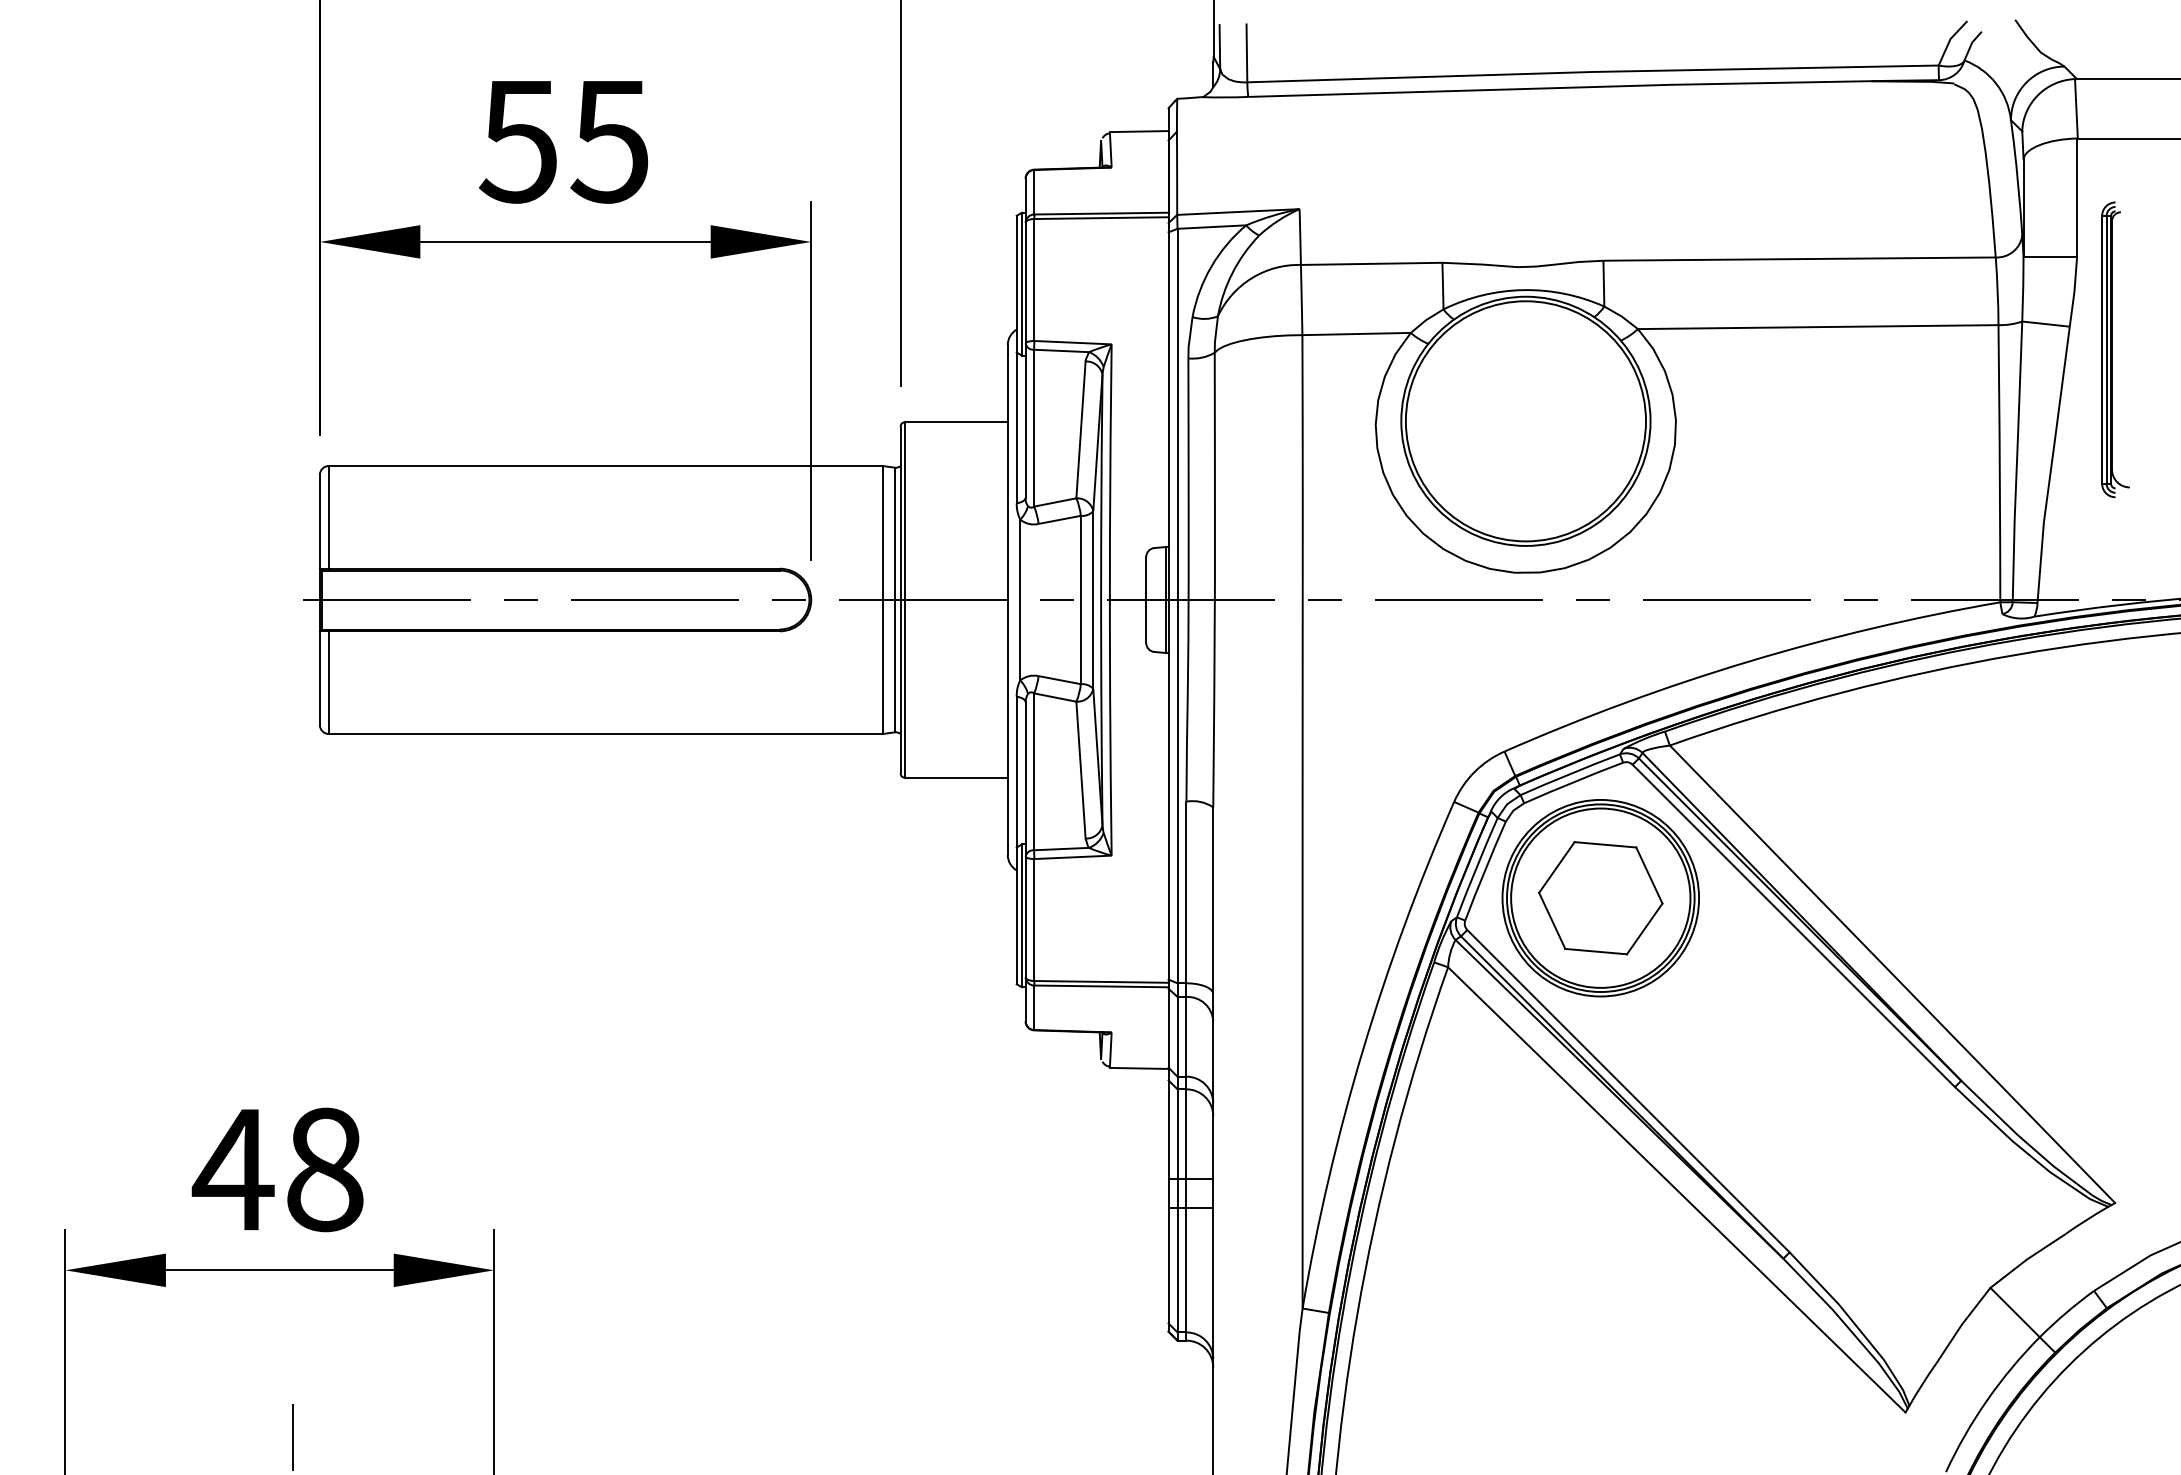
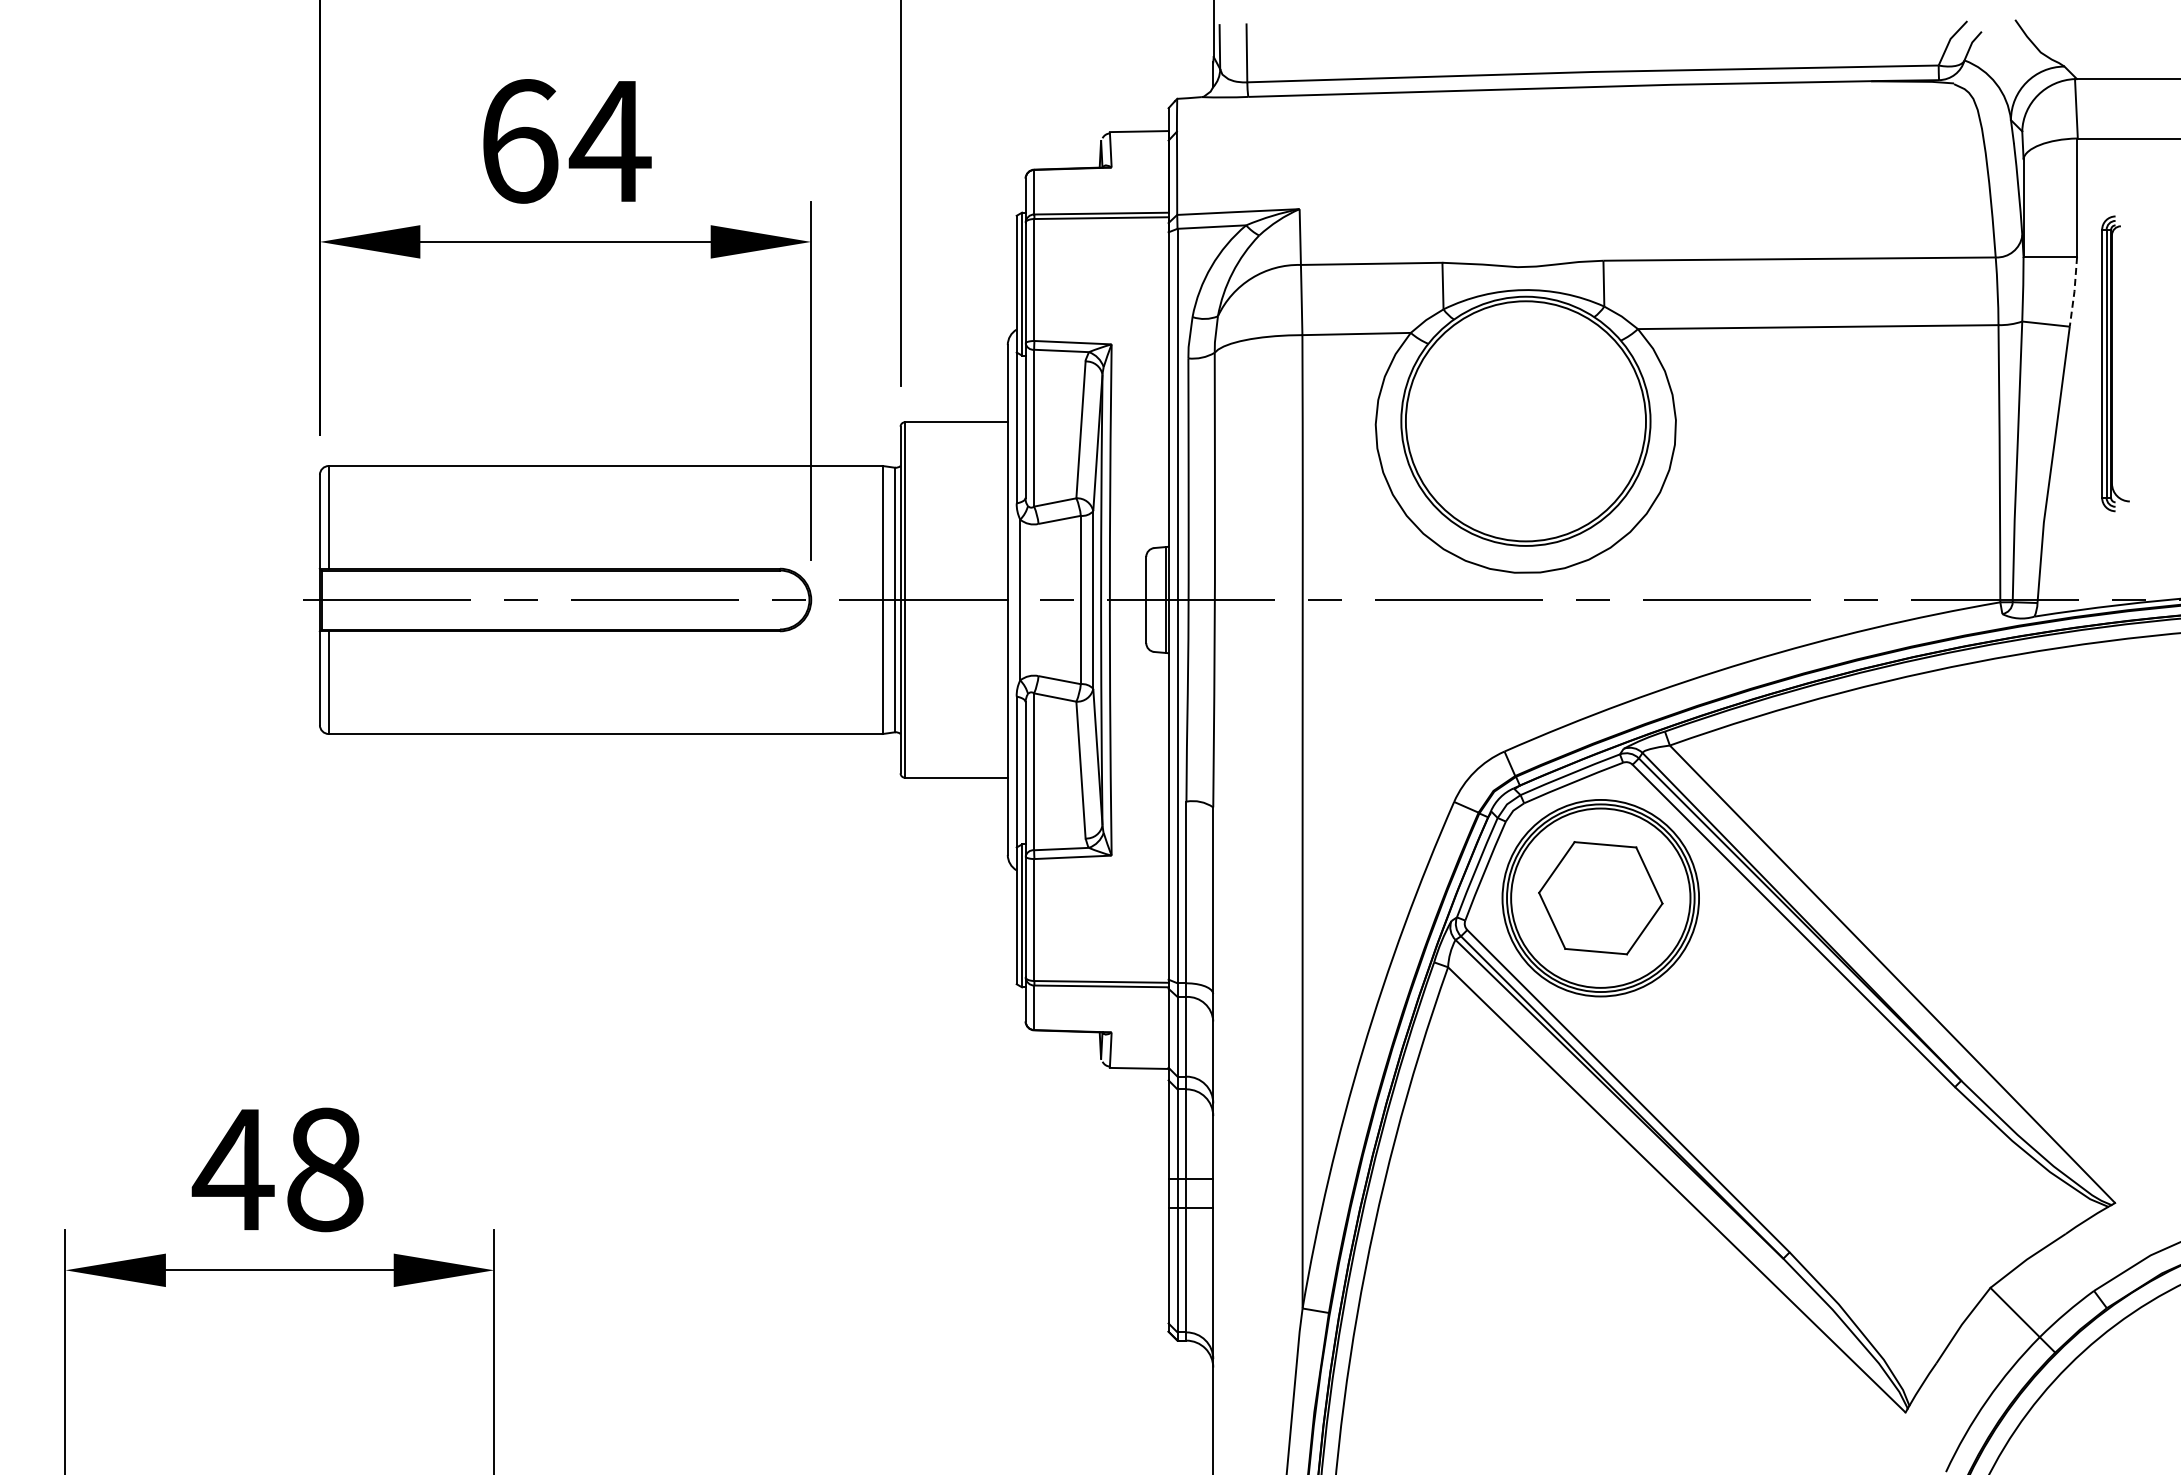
text at (565, 141): 55 -> 64
line at (2074, 291): solid -> dashed
part at (2115, 349) position: (2115, 349) -> (2115, 363)
line at (293, 1437): present -> none
